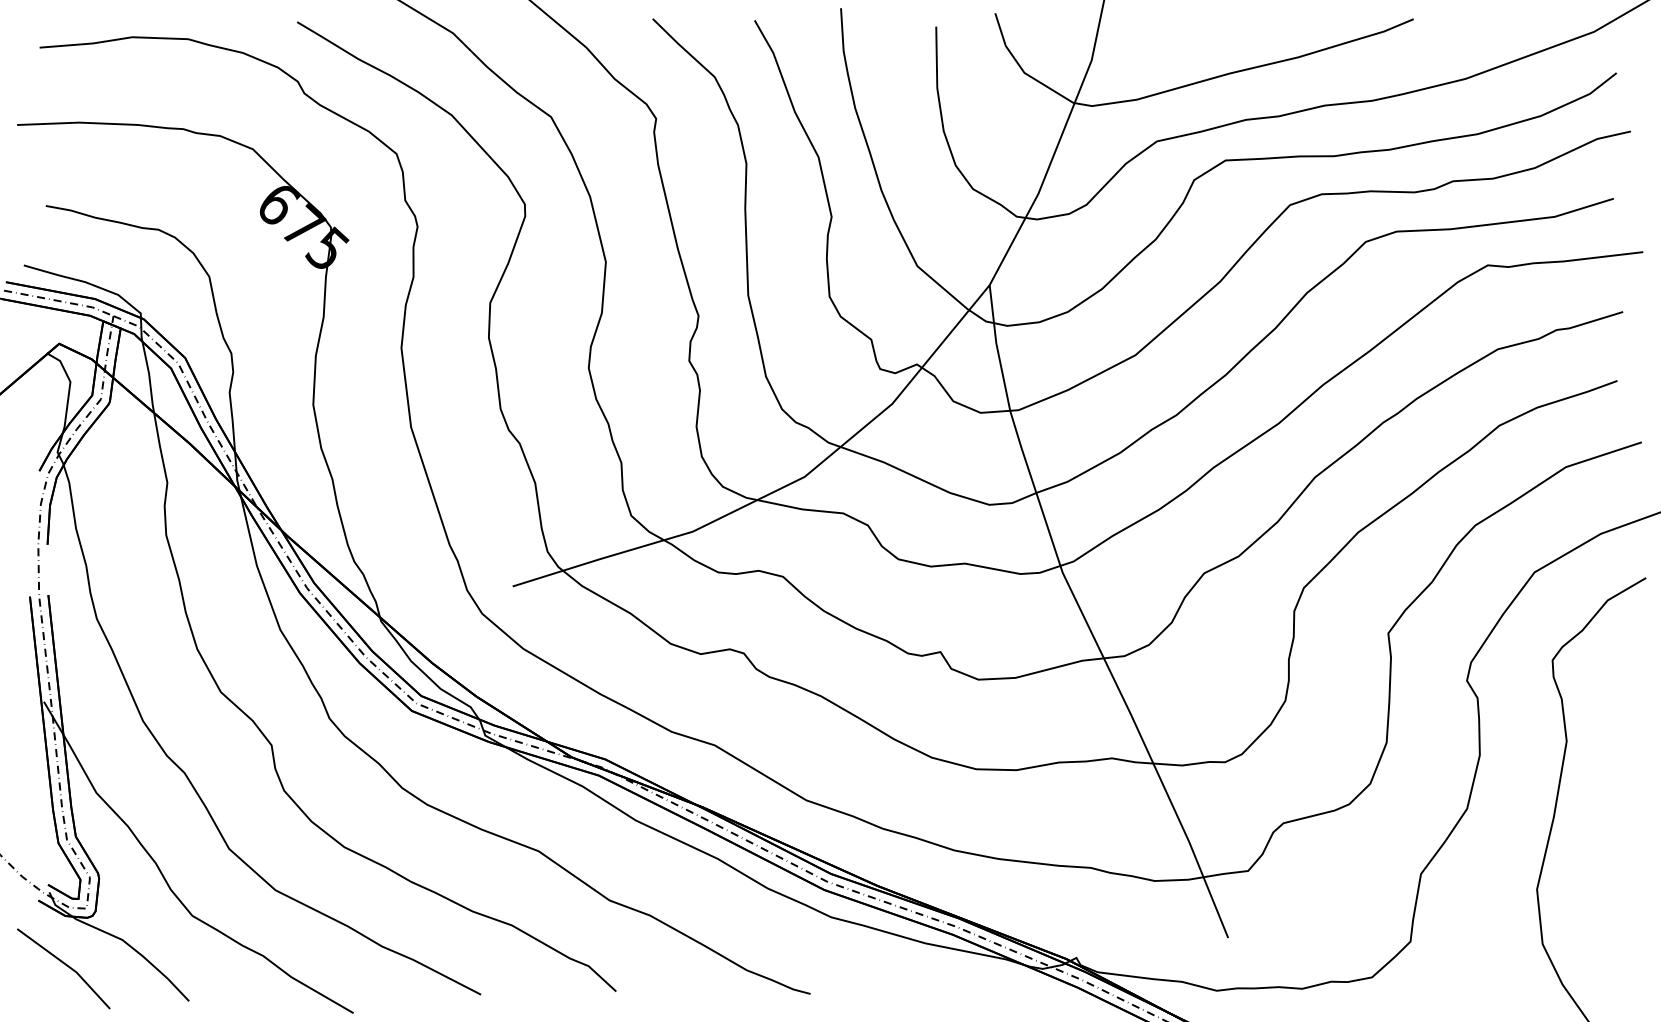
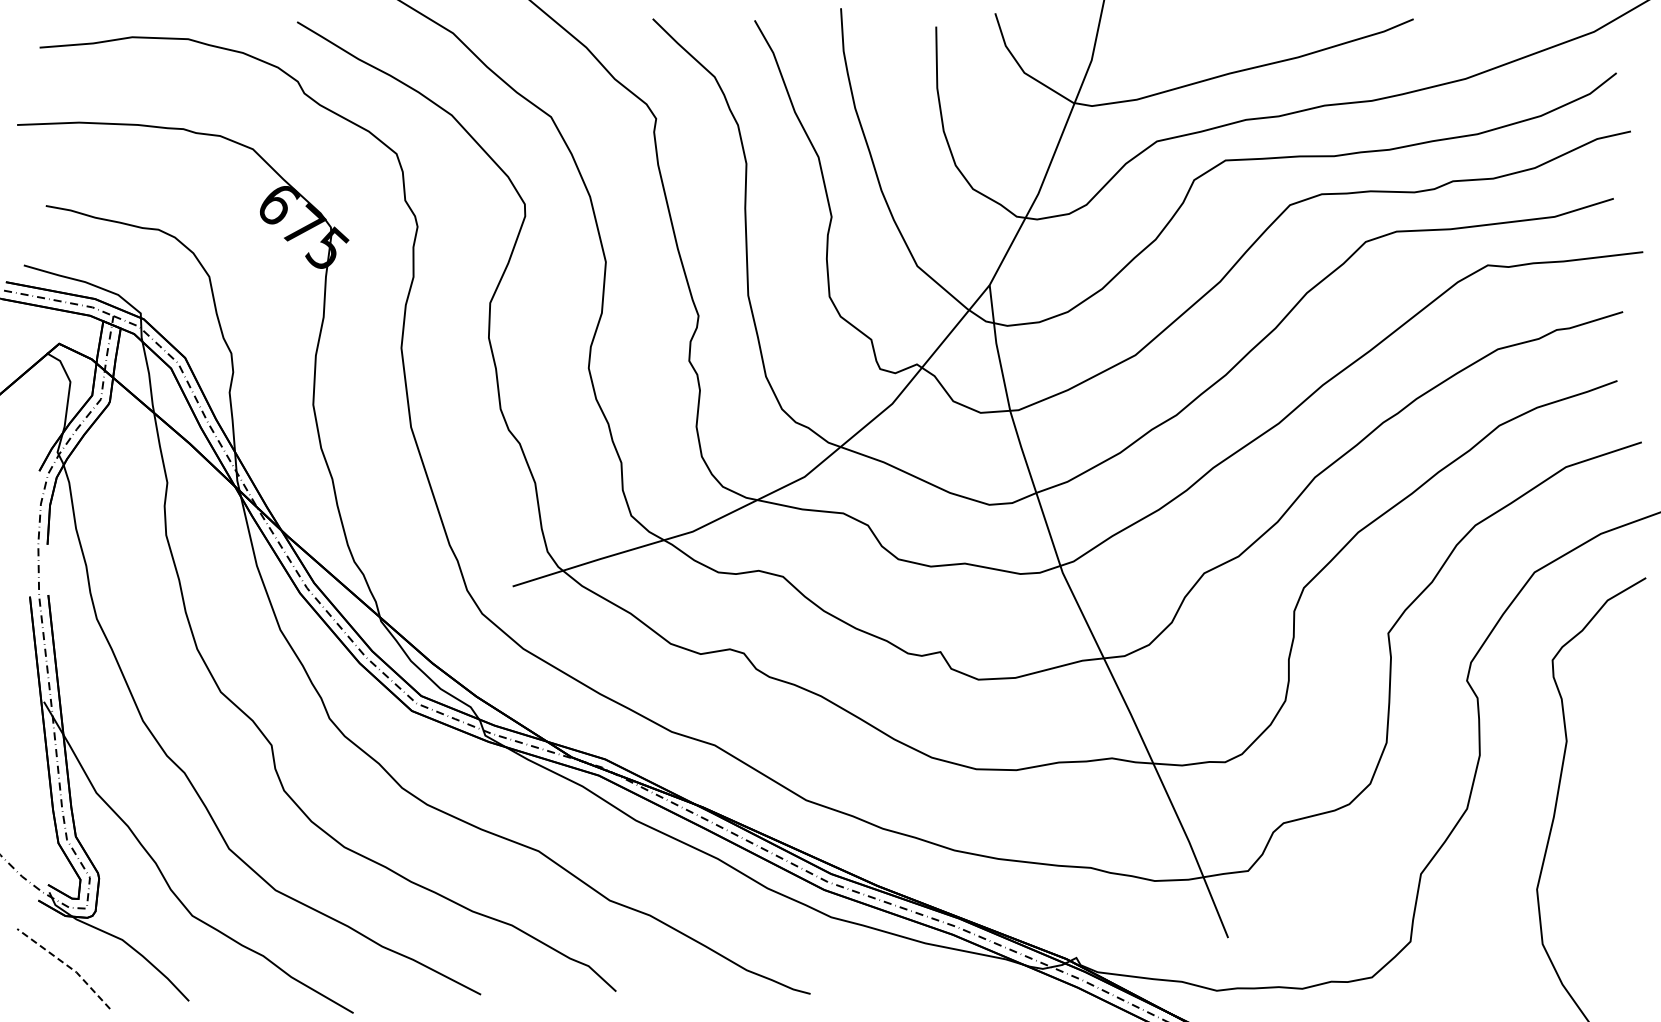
line at (66, 965): solid -> dashed
